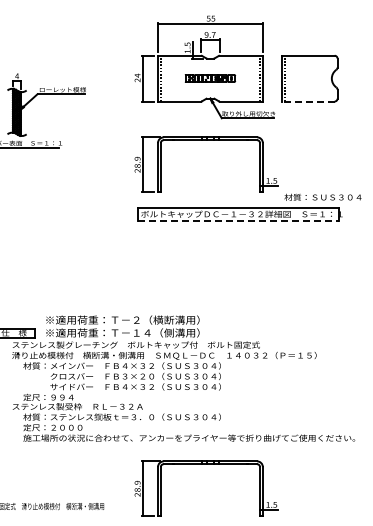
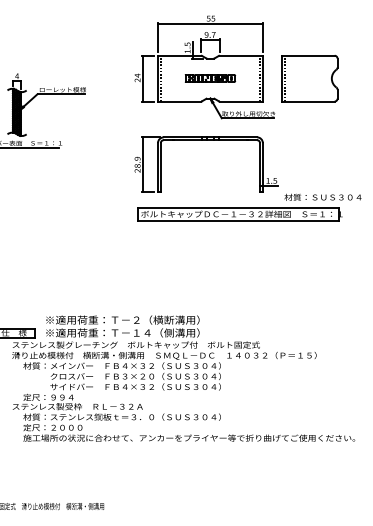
line at (308, 101): dashed -> solid
line at (238, 221): dashed -> solid
part at (206, 464): present -> none
